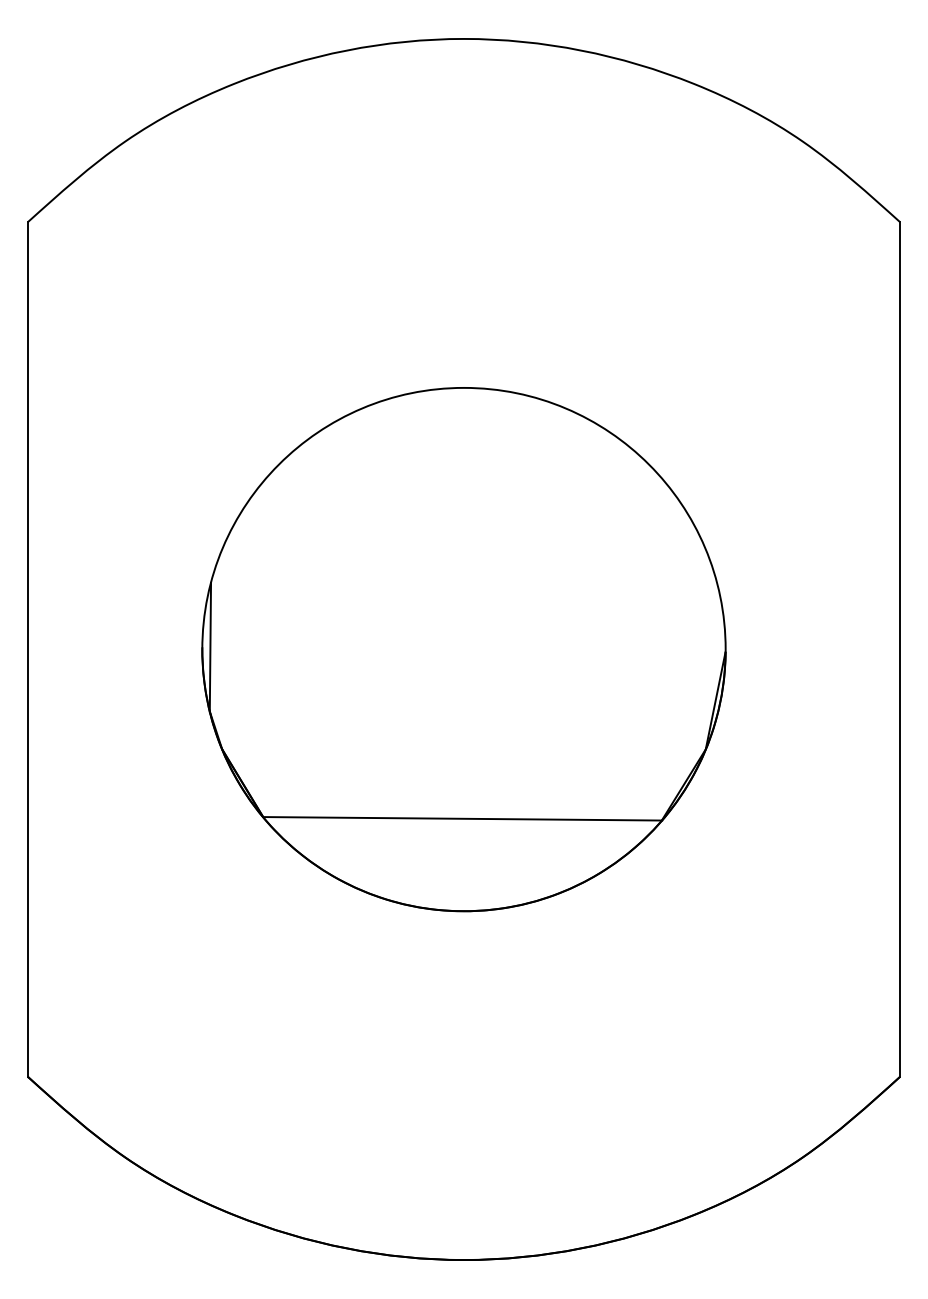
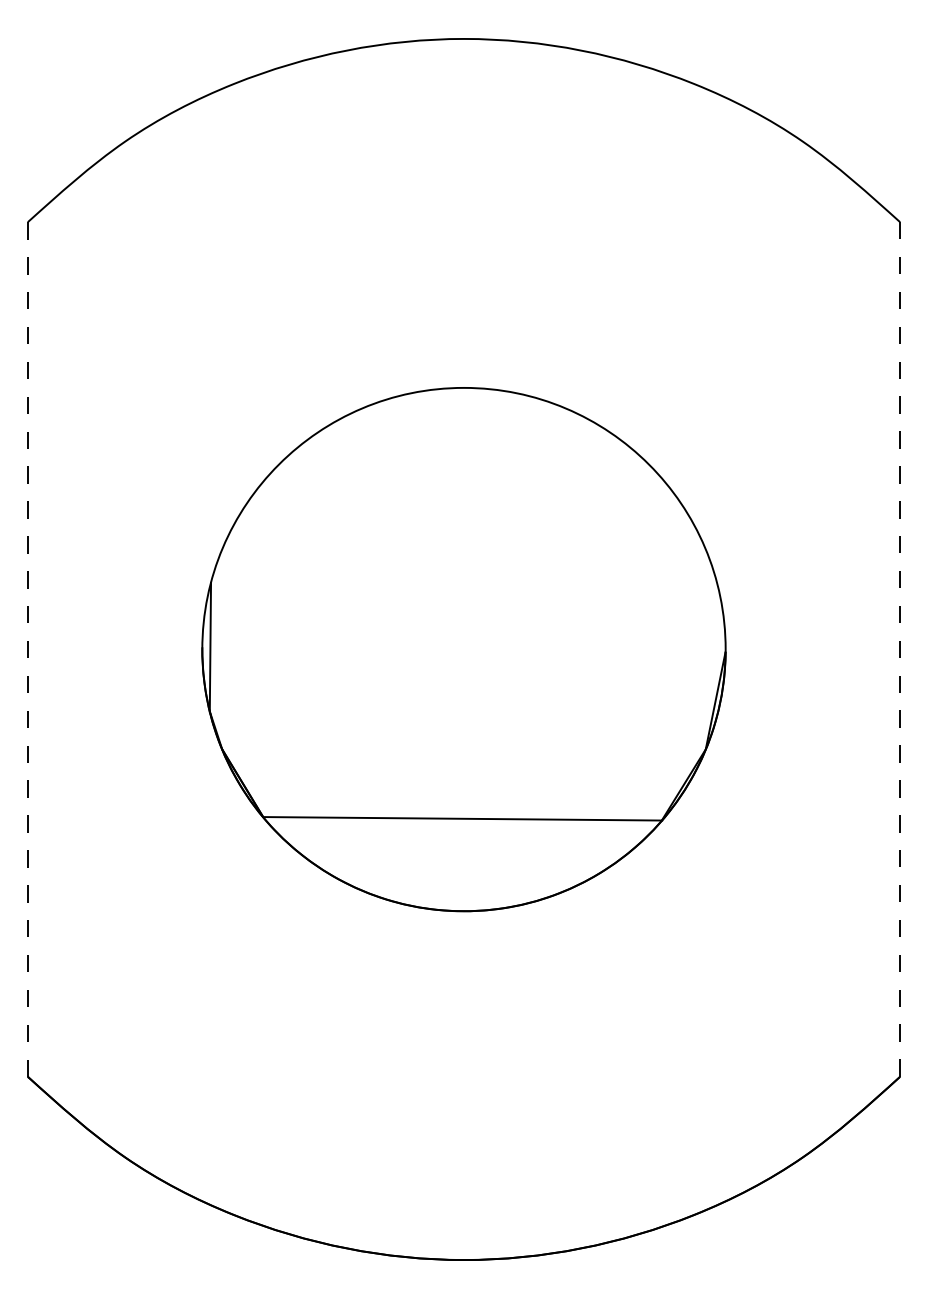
line at (27, 649): solid -> dashed
line at (900, 649): solid -> dashed
